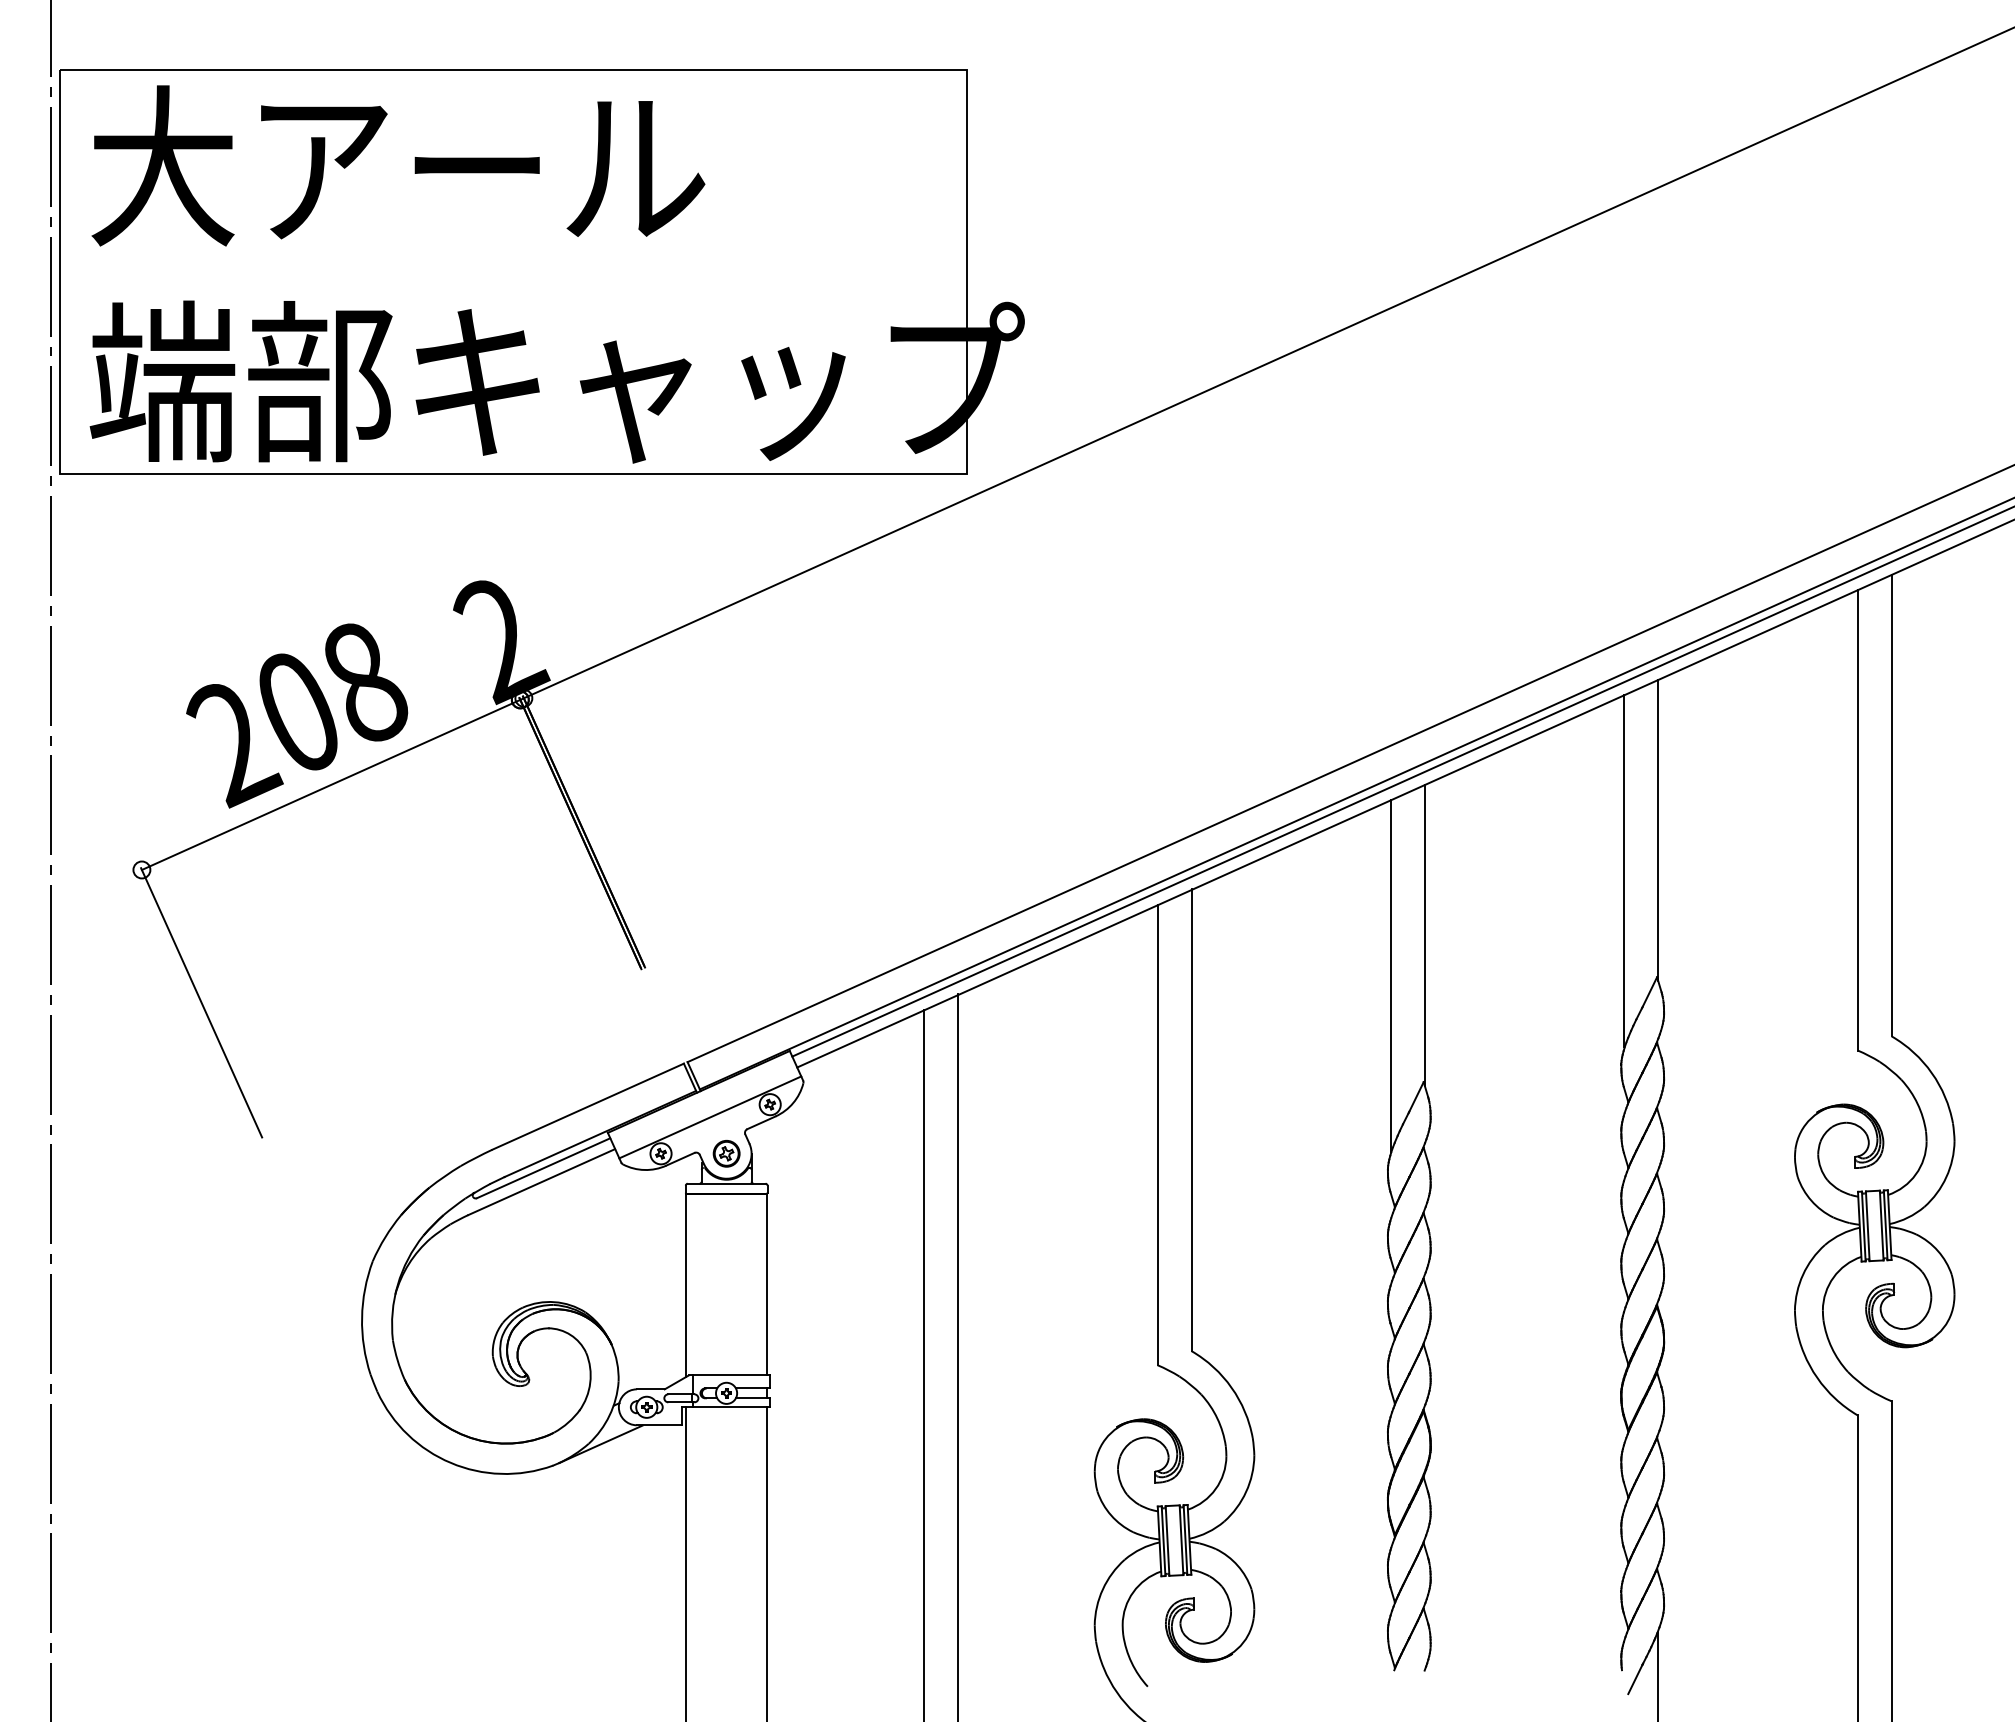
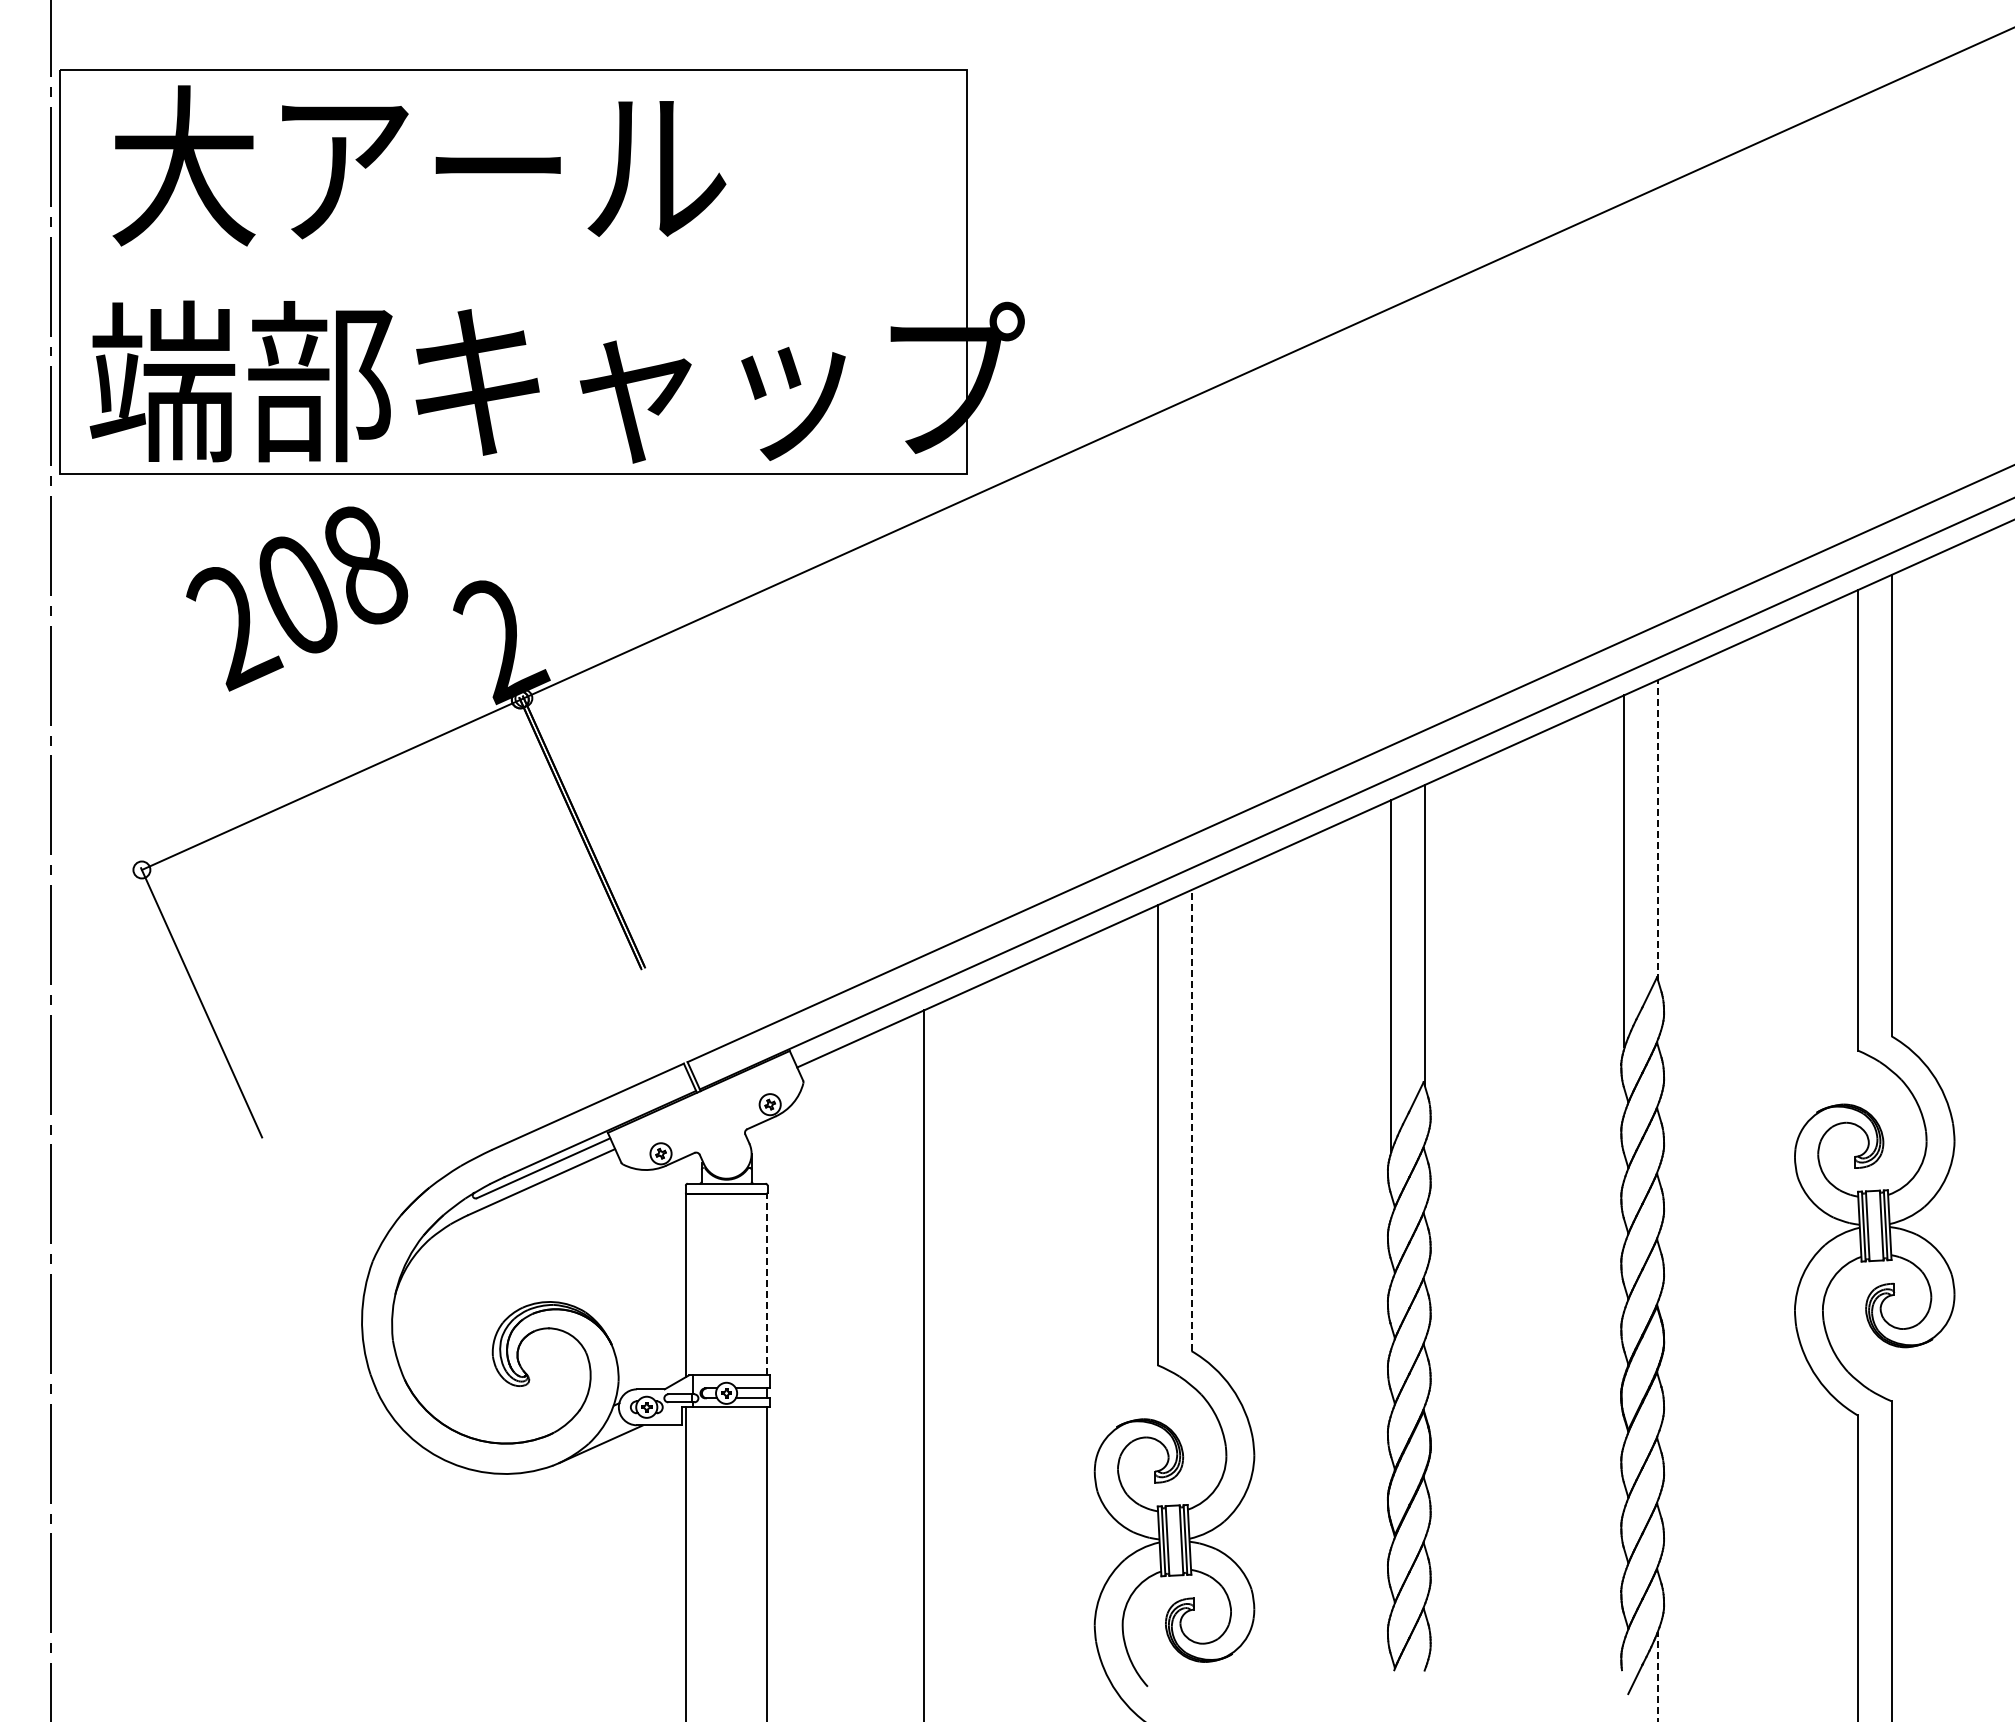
text at (398, 165) position: (398, 165) -> (419, 165)
text at (297, 715) position: (297, 715) -> (297, 598)
line at (1401, 781): present -> none
line at (1658, 830): solid -> dashed
line at (710, 1117): present -> none
line at (1191, 1120): solid -> dashed
part at (726, 1153): present -> none
line at (767, 1284): solid -> dashed
line at (958, 1356): present -> none
line at (1658, 1676): solid -> dashed
